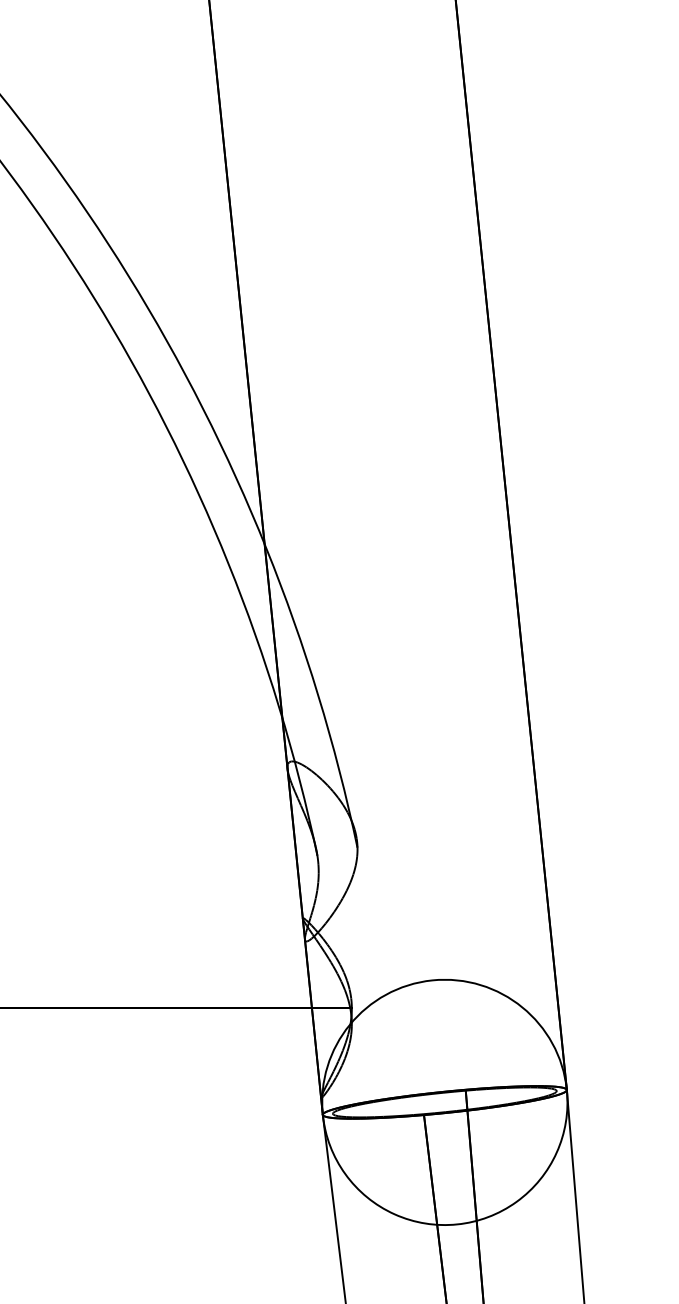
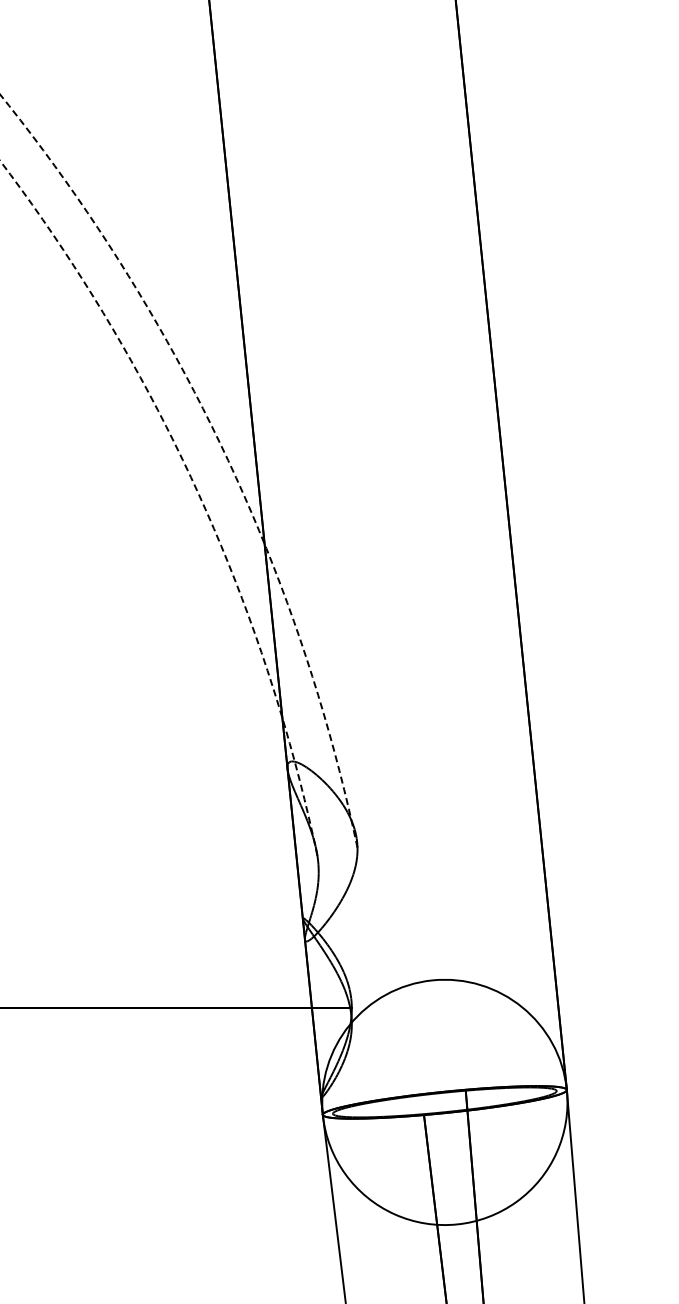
arc at (223, 450): solid -> dashed
arc at (196, 489): solid -> dashed
